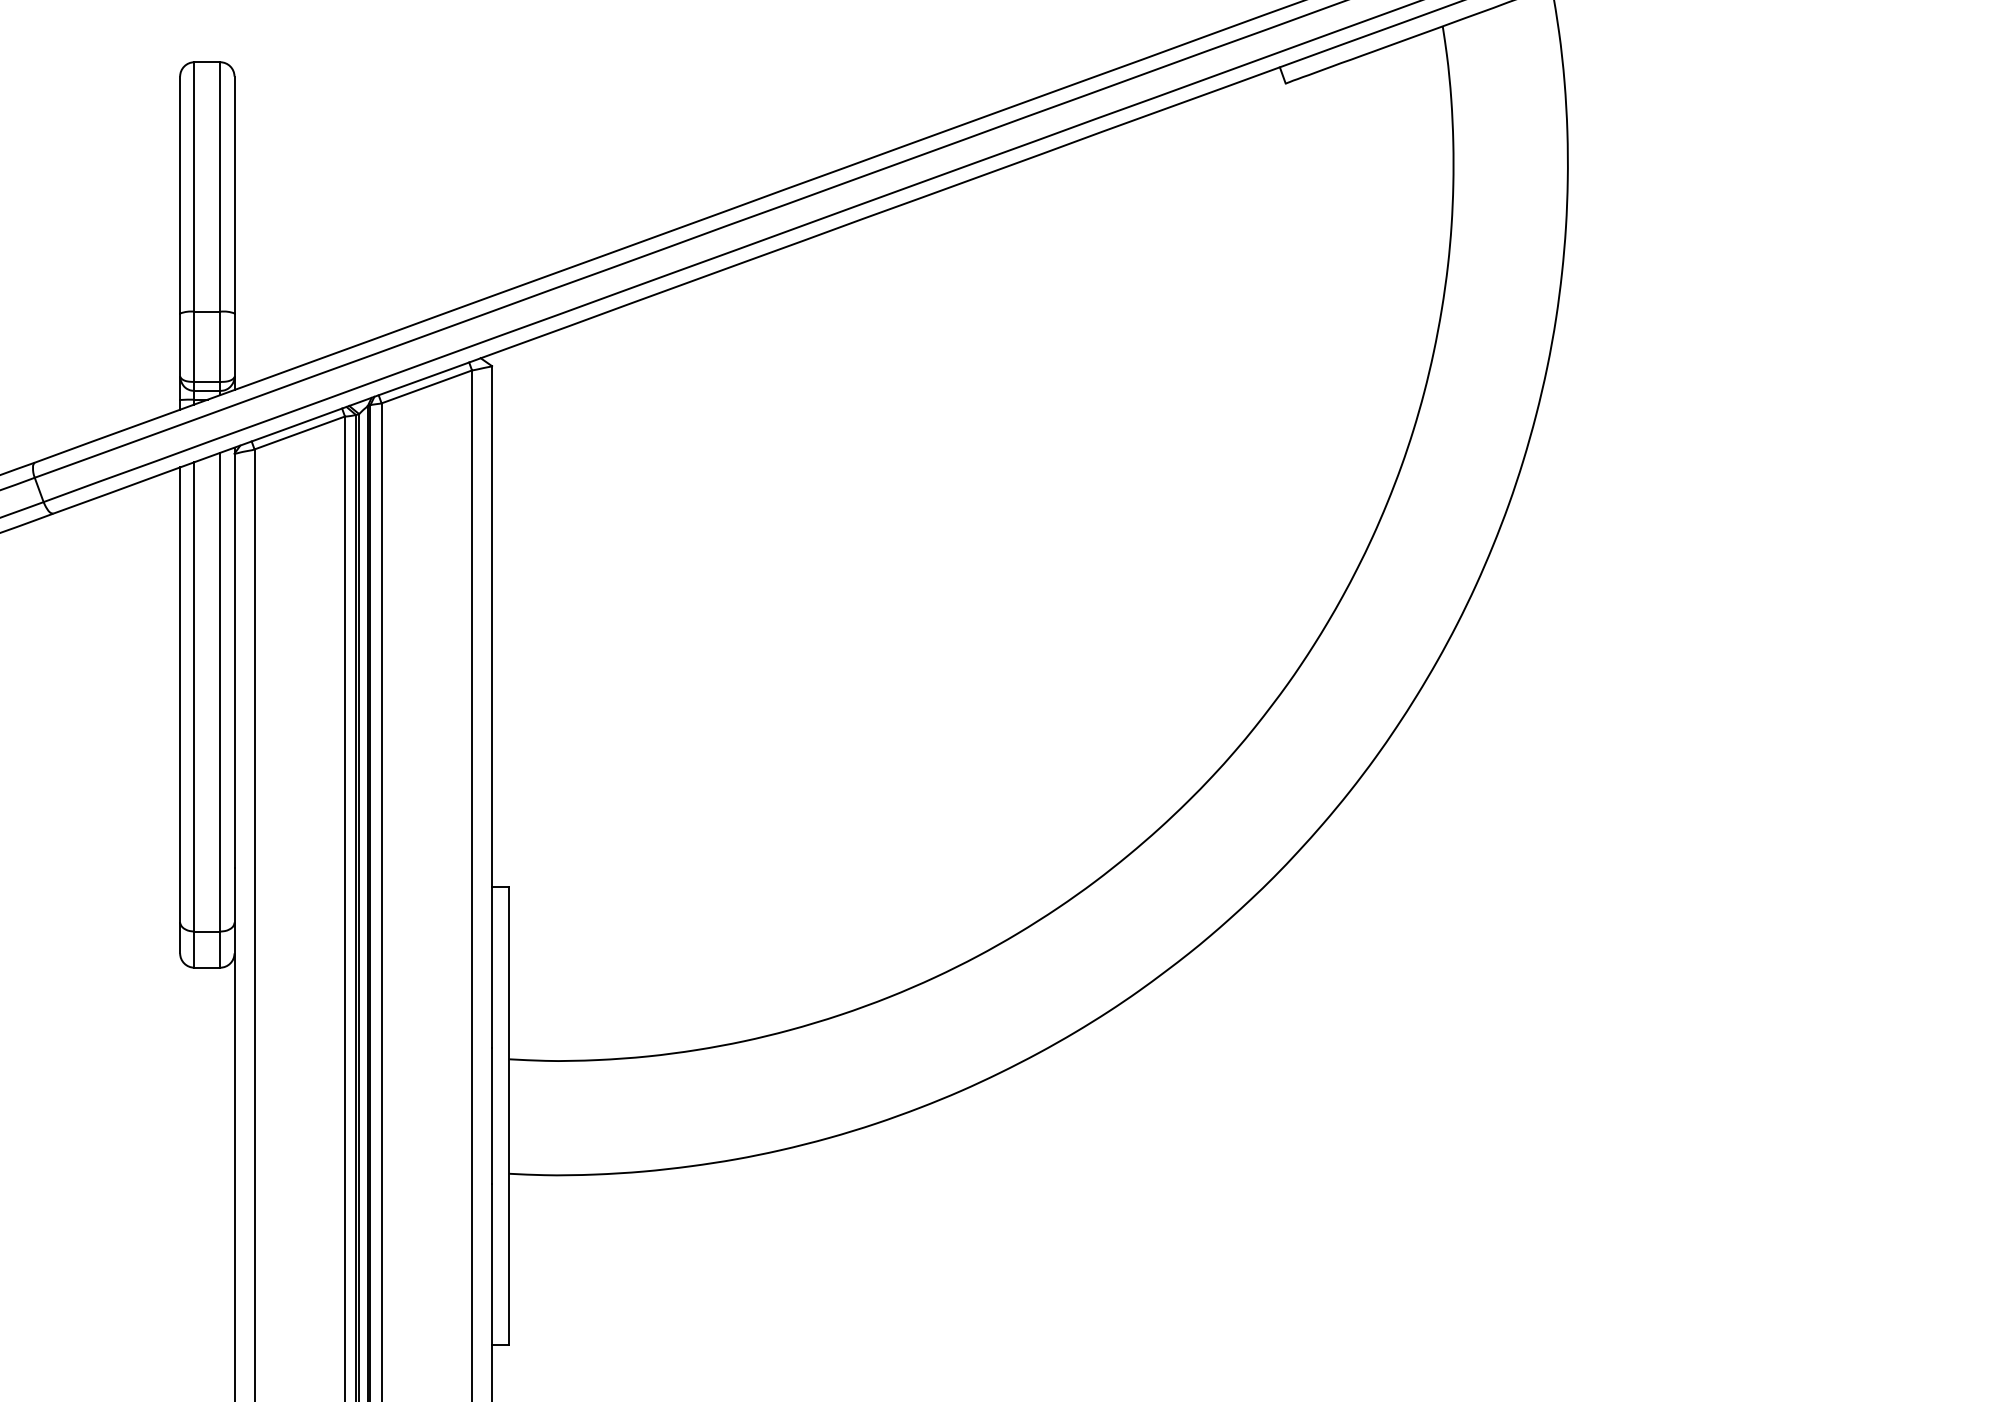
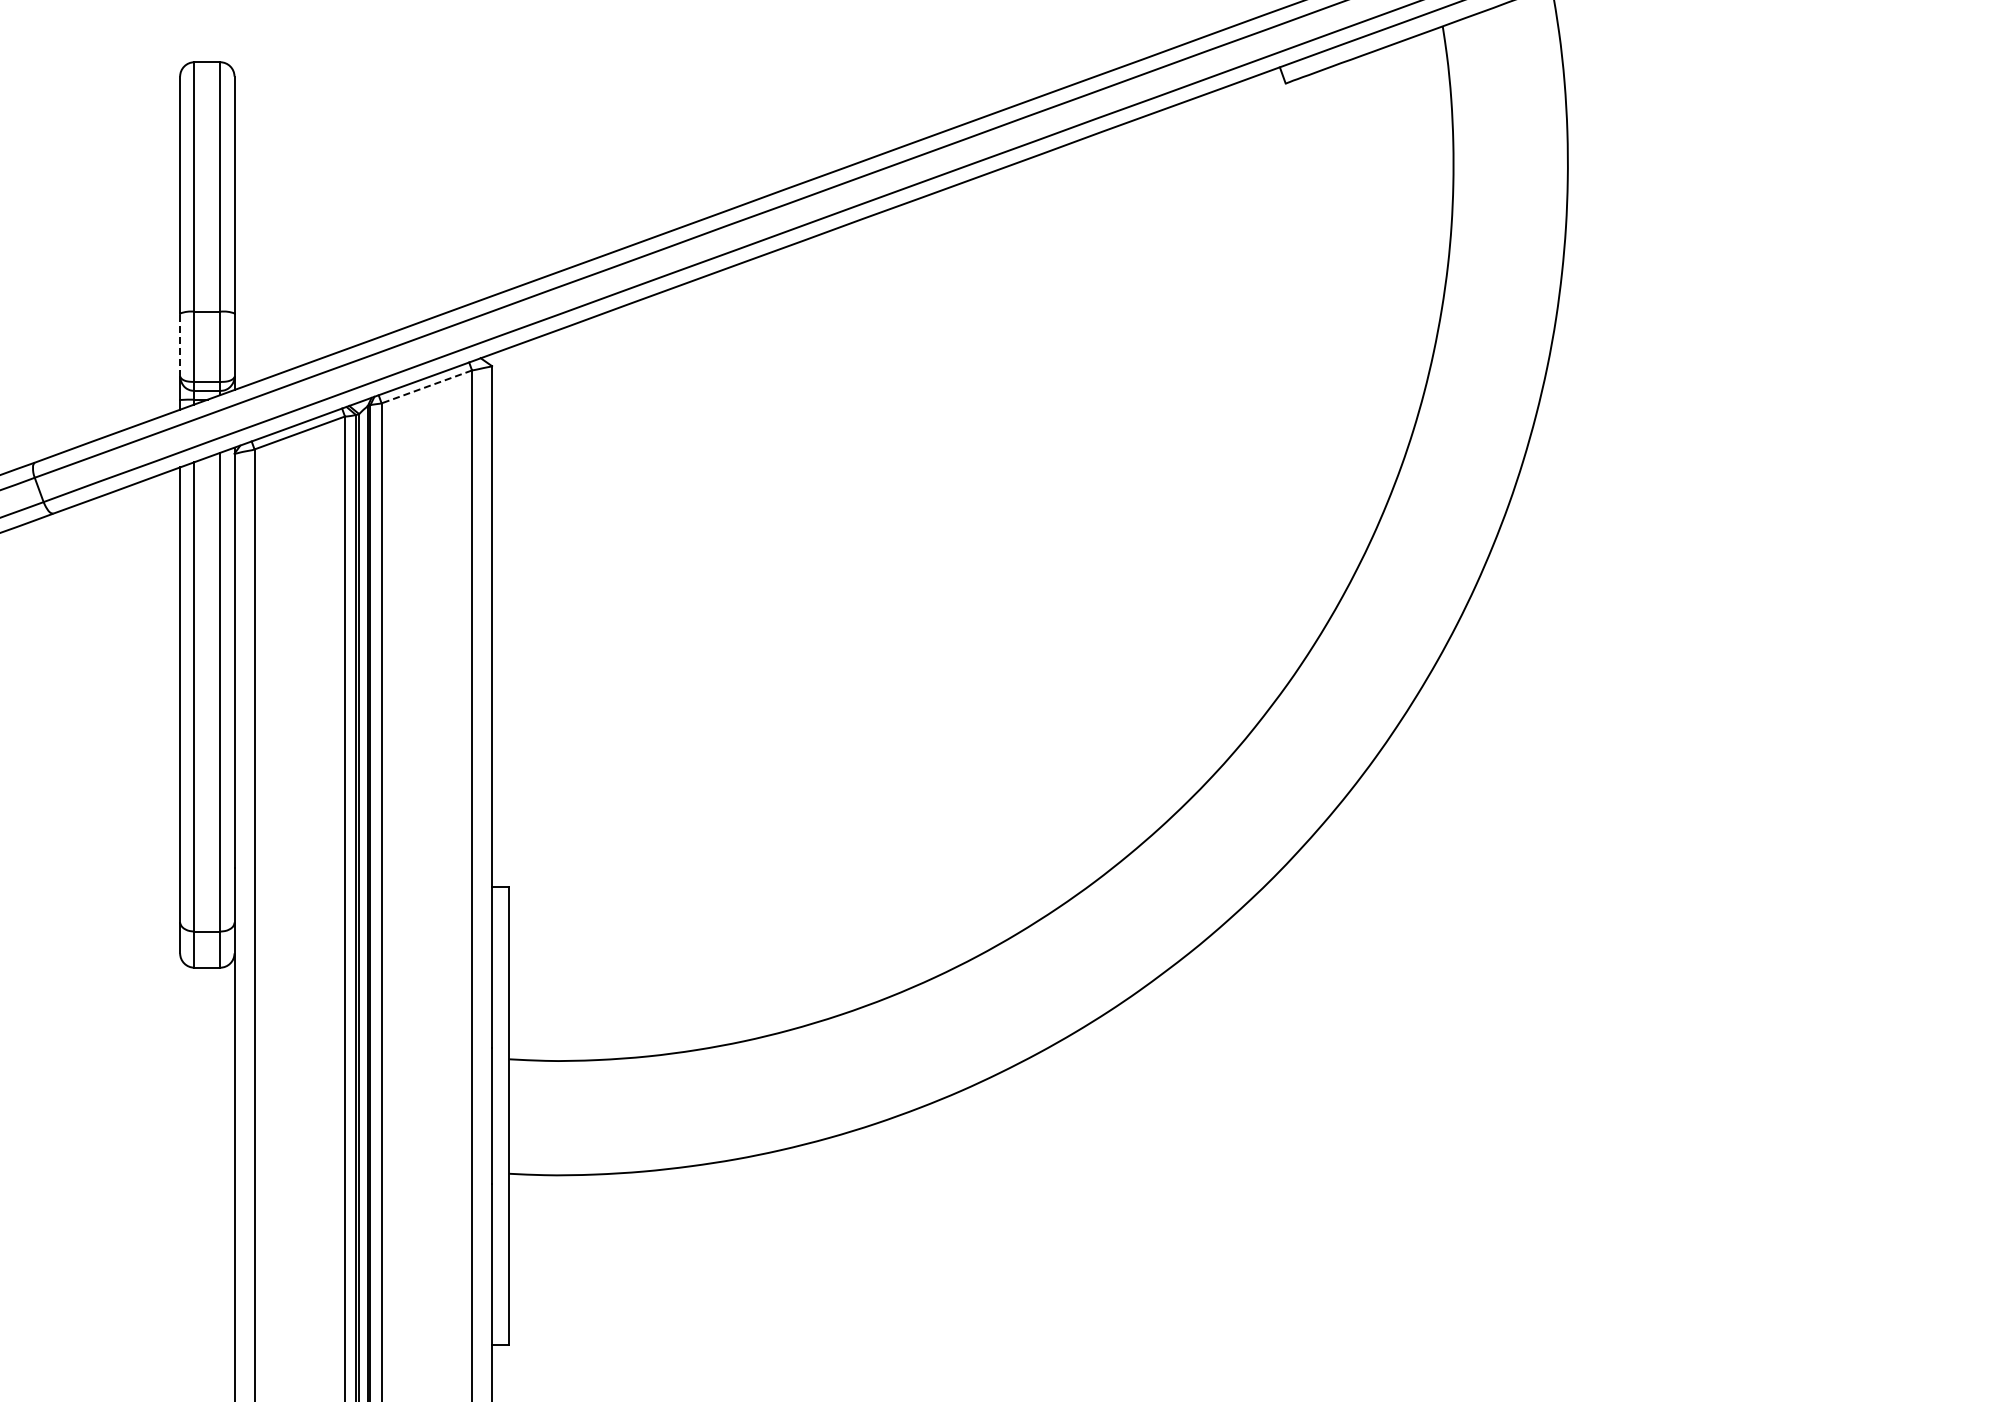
line at (180, 345): solid -> dashed
line at (426, 387): solid -> dashed
